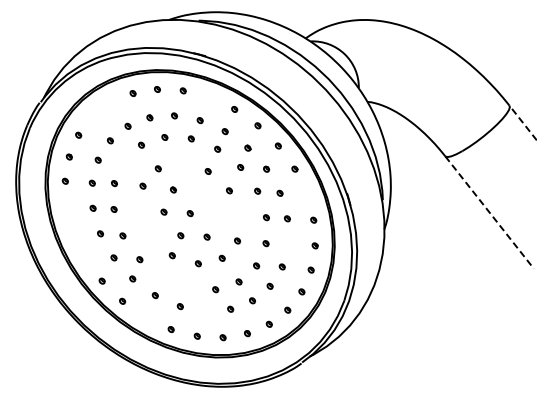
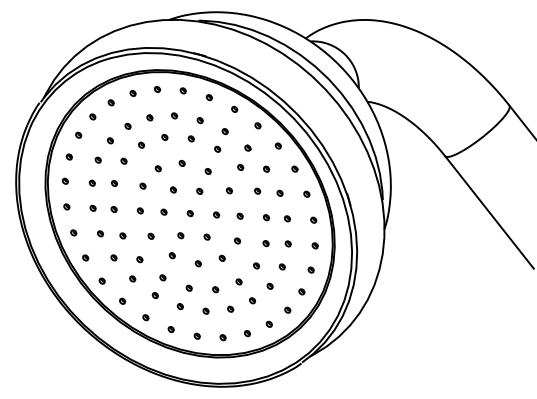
part at (208, 97): none -> present
part at (110, 102): none -> present
part at (92, 116): none -> present
line at (523, 122): dashed -> solid
part at (123, 160): none -> present
part at (181, 163): none -> present
part at (199, 191): none -> present
part at (306, 193): none -> present
part at (66, 206): none -> present
part at (139, 210): none -> present
line at (489, 212): dashed -> solid
part at (216, 214): none -> present
part at (239, 215): none -> present
part at (73, 232): none -> present
part at (150, 235): none -> present
part at (287, 243): none -> present
part at (85, 257): none -> present
part at (162, 277): none -> present
part at (188, 287): none -> present
part at (205, 310): none -> present
part at (145, 317): none -> present
